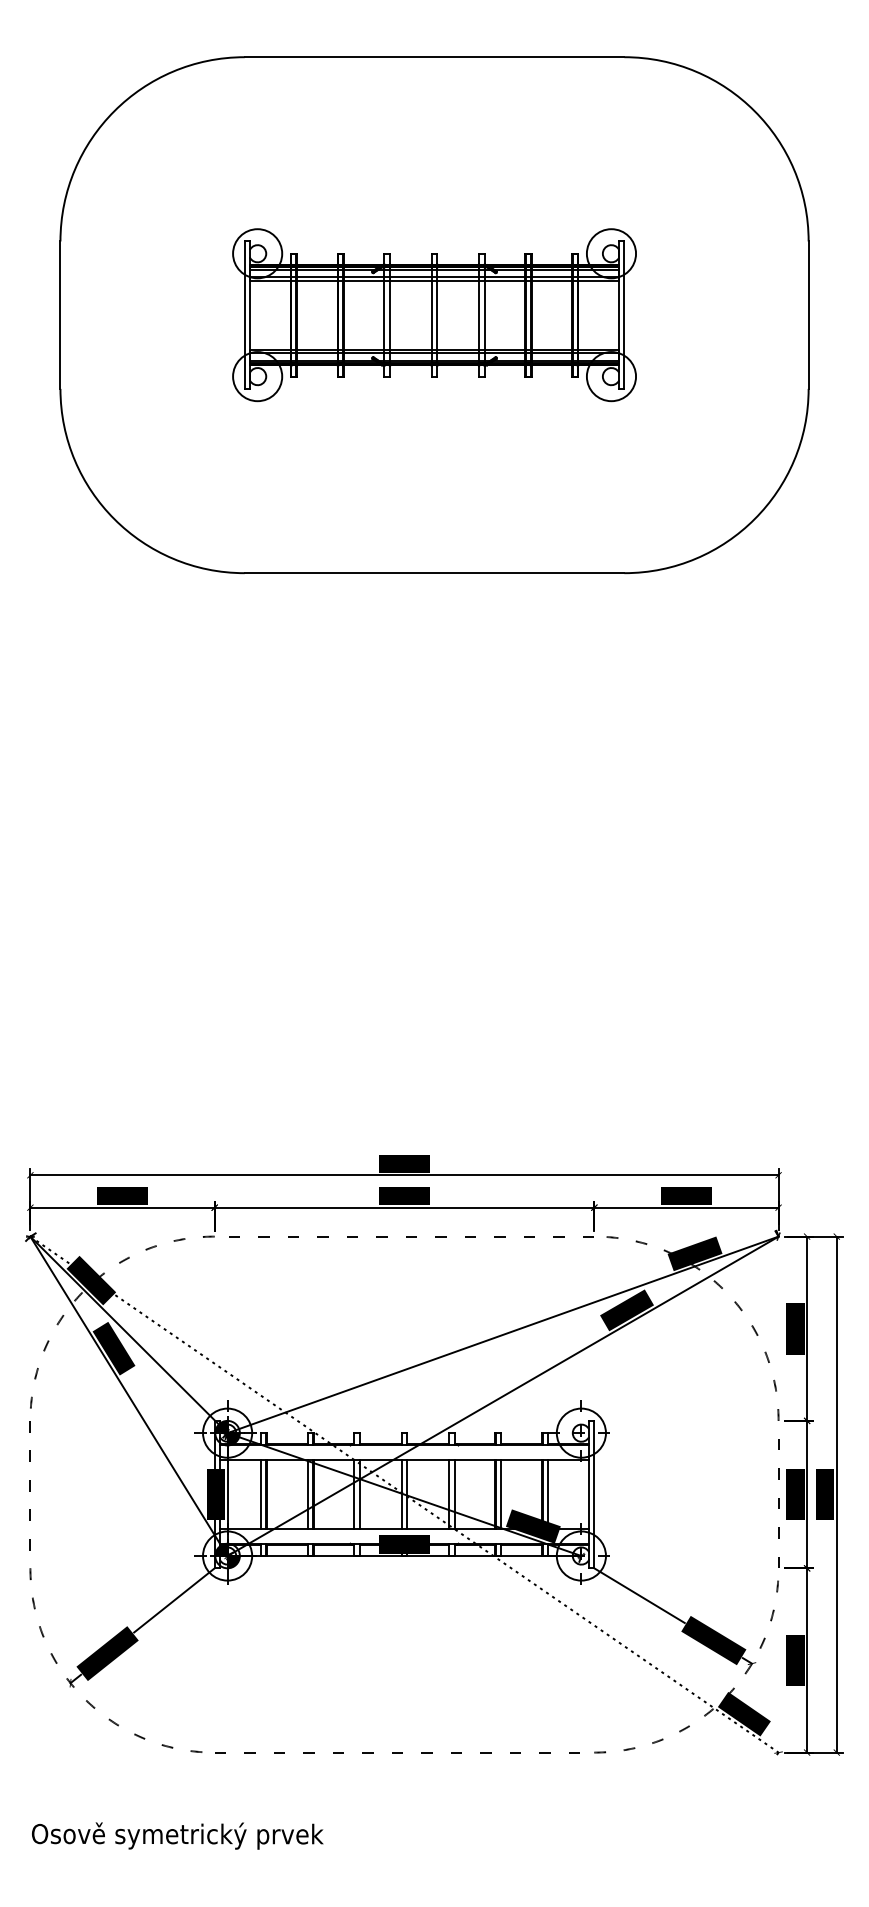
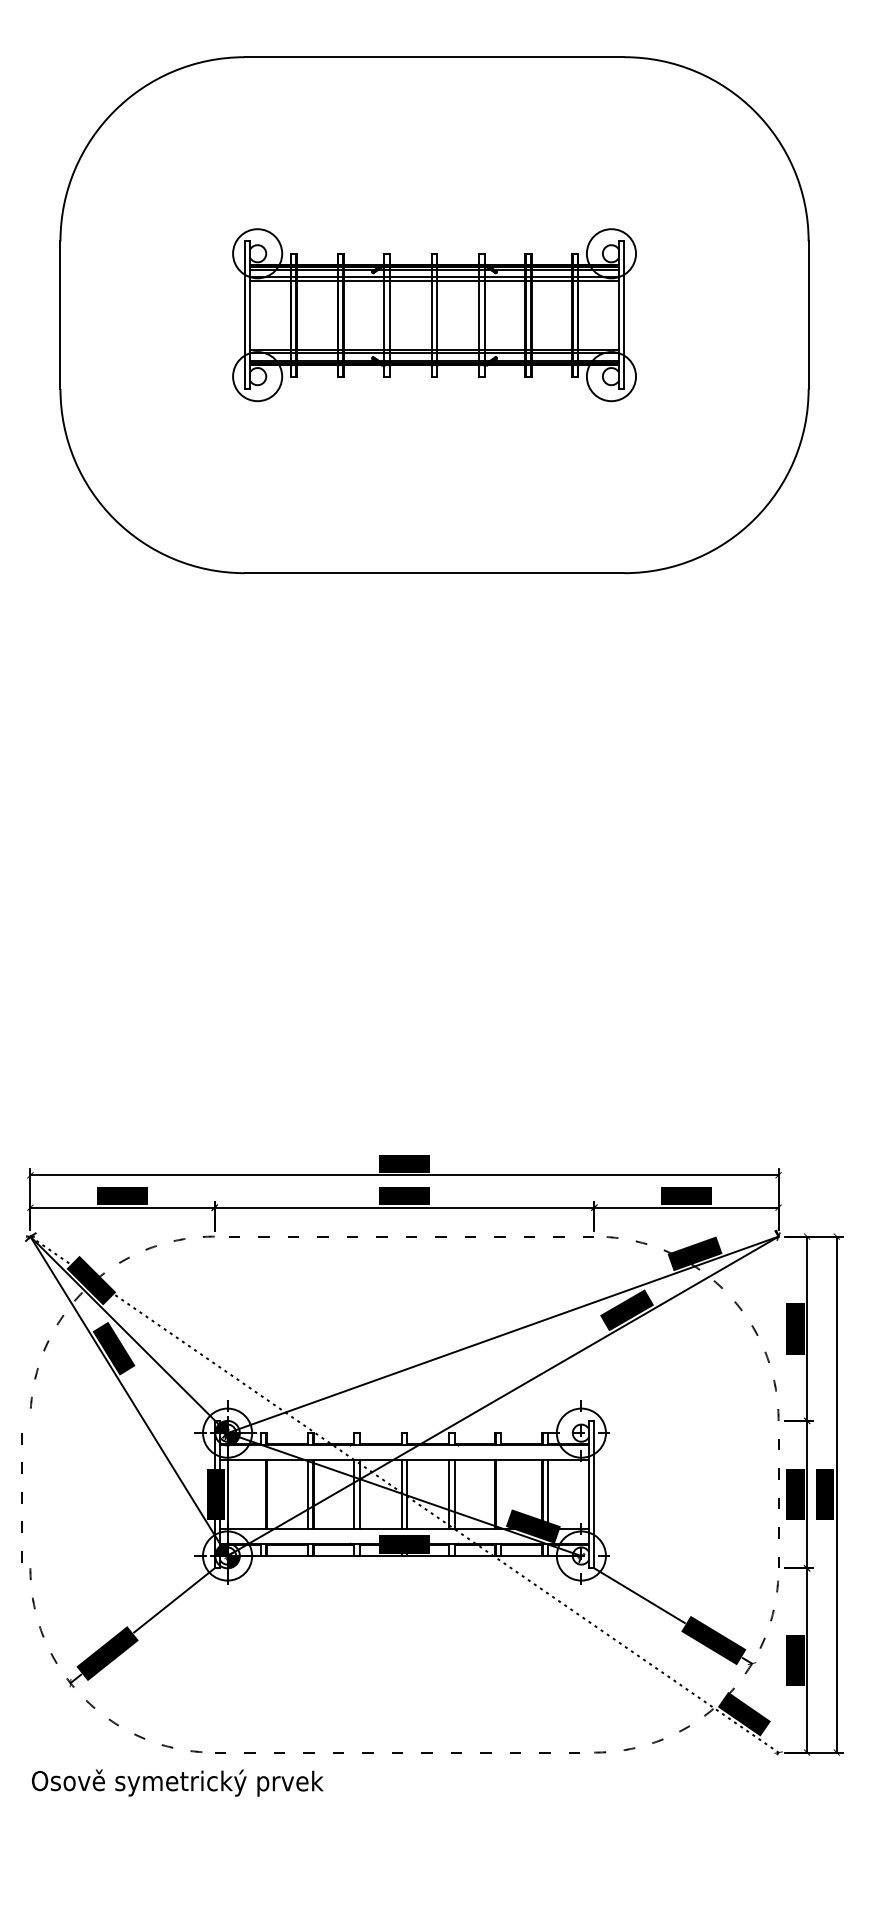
line at (29, 1485) position: (29, 1485) -> (21, 1497)
line at (260, 1494): present -> none
line at (501, 1494): present -> none
text at (177, 1835) position: (177, 1835) -> (177, 1782)
